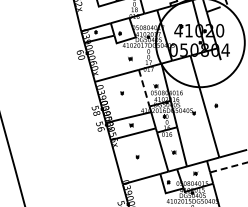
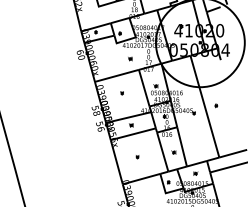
line at (144, 88): dashed -> solid
line at (229, 167): dashed -> solid
